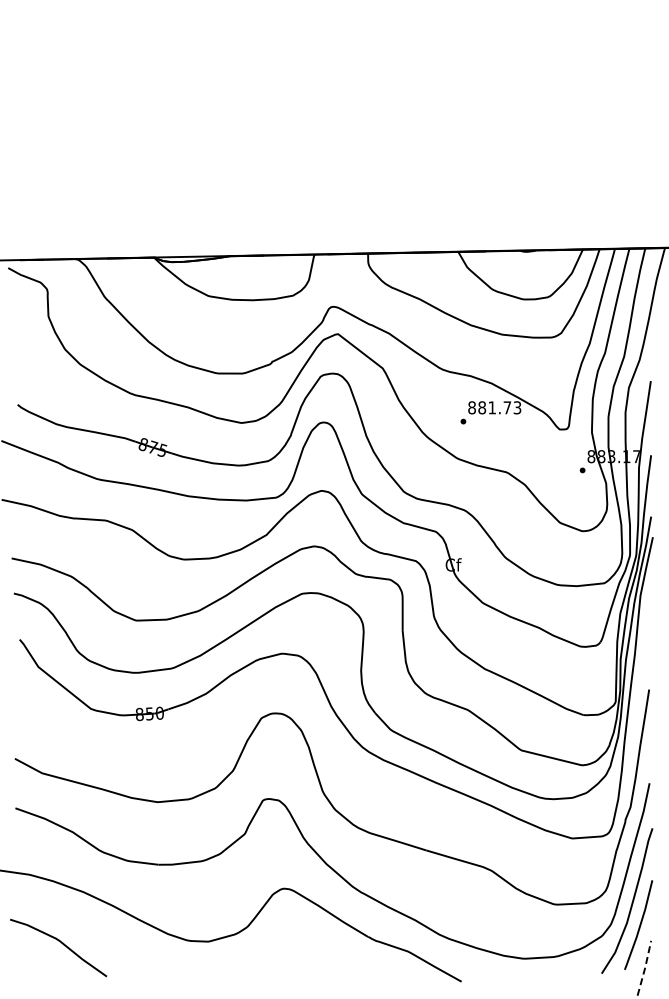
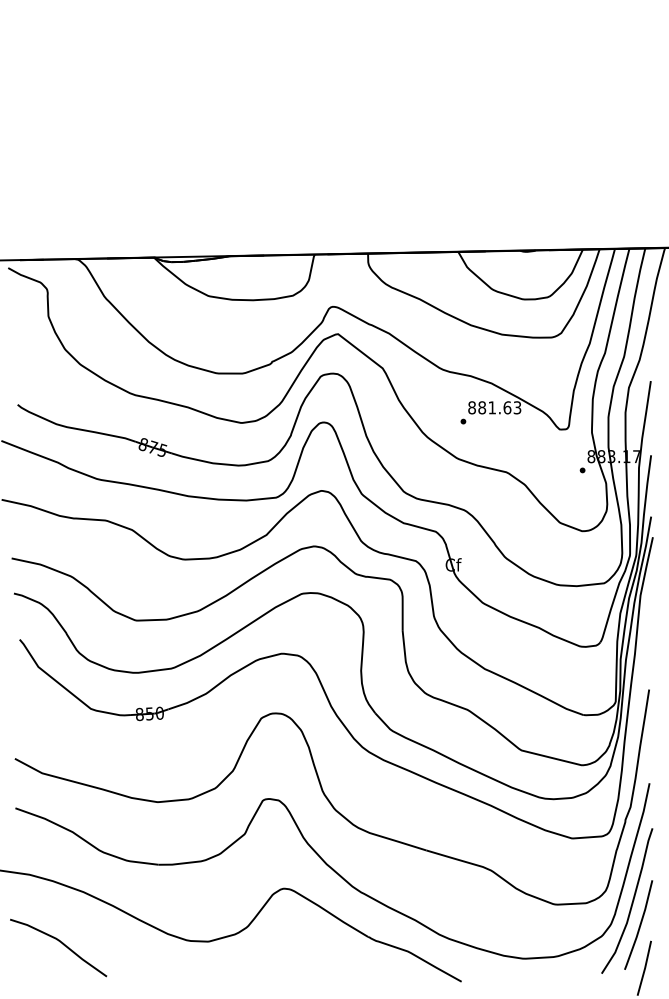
text at (507, 407): 881.73 -> 881.63
line at (645, 968): dashed -> solid
